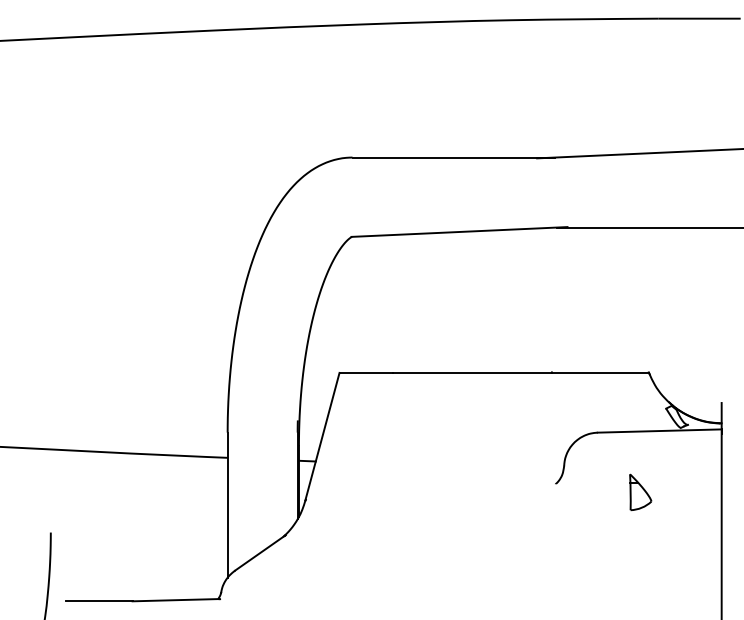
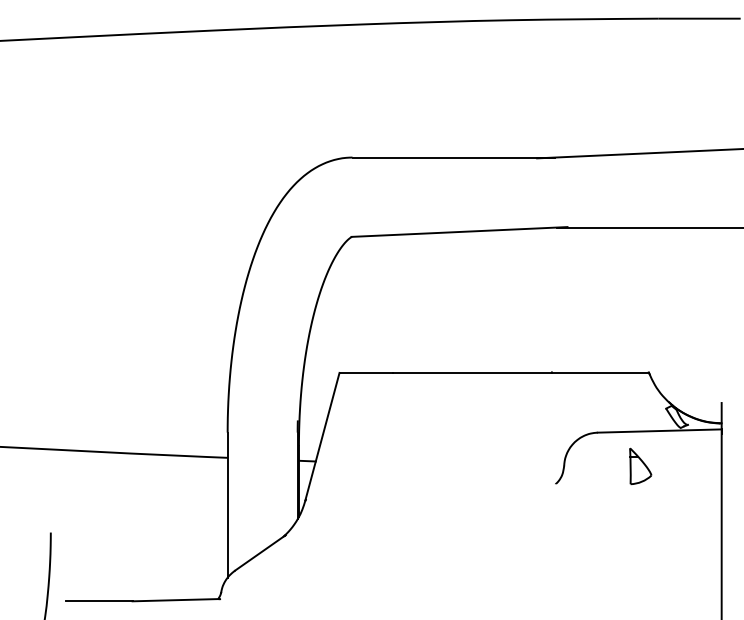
part at (640, 492) position: (640, 492) -> (640, 466)
